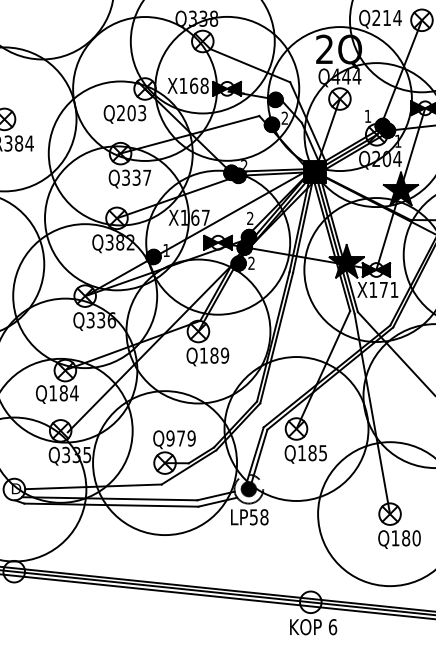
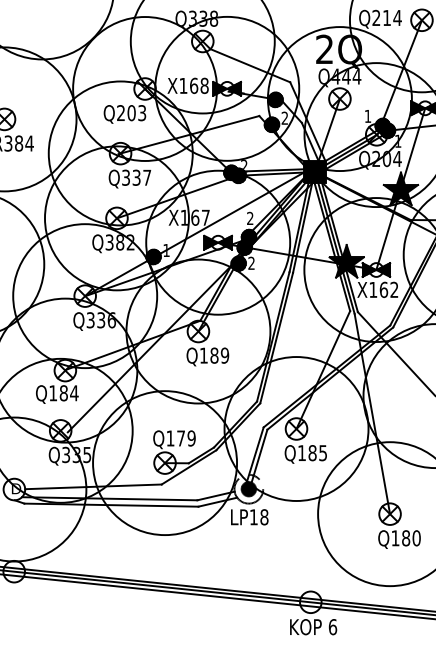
text at (388, 289): X171 -> X162
text at (170, 438): Q979 -> Q179
text at (253, 517): LP58 -> LP18
